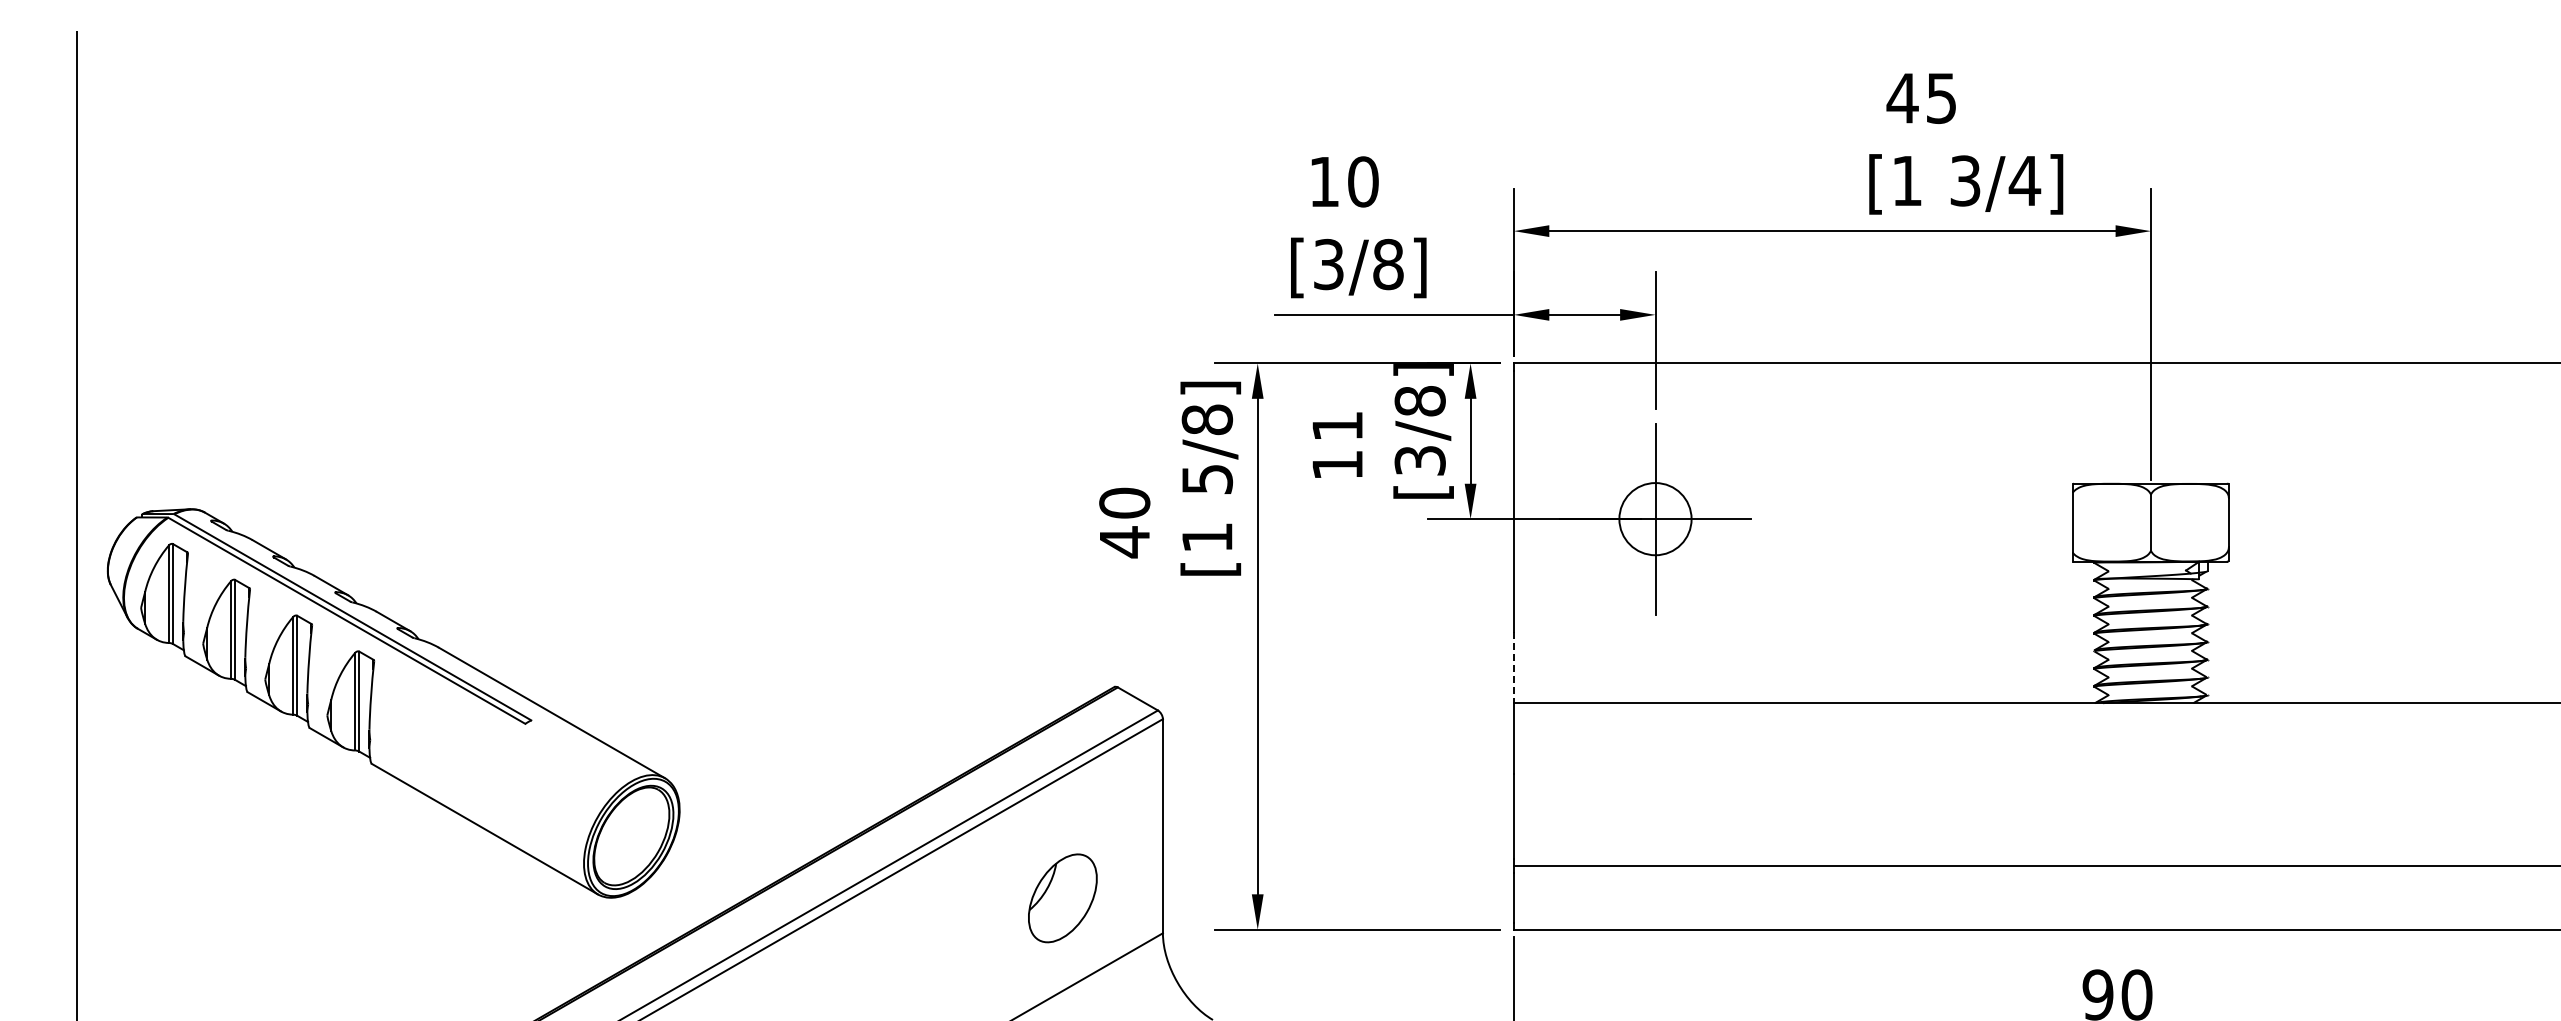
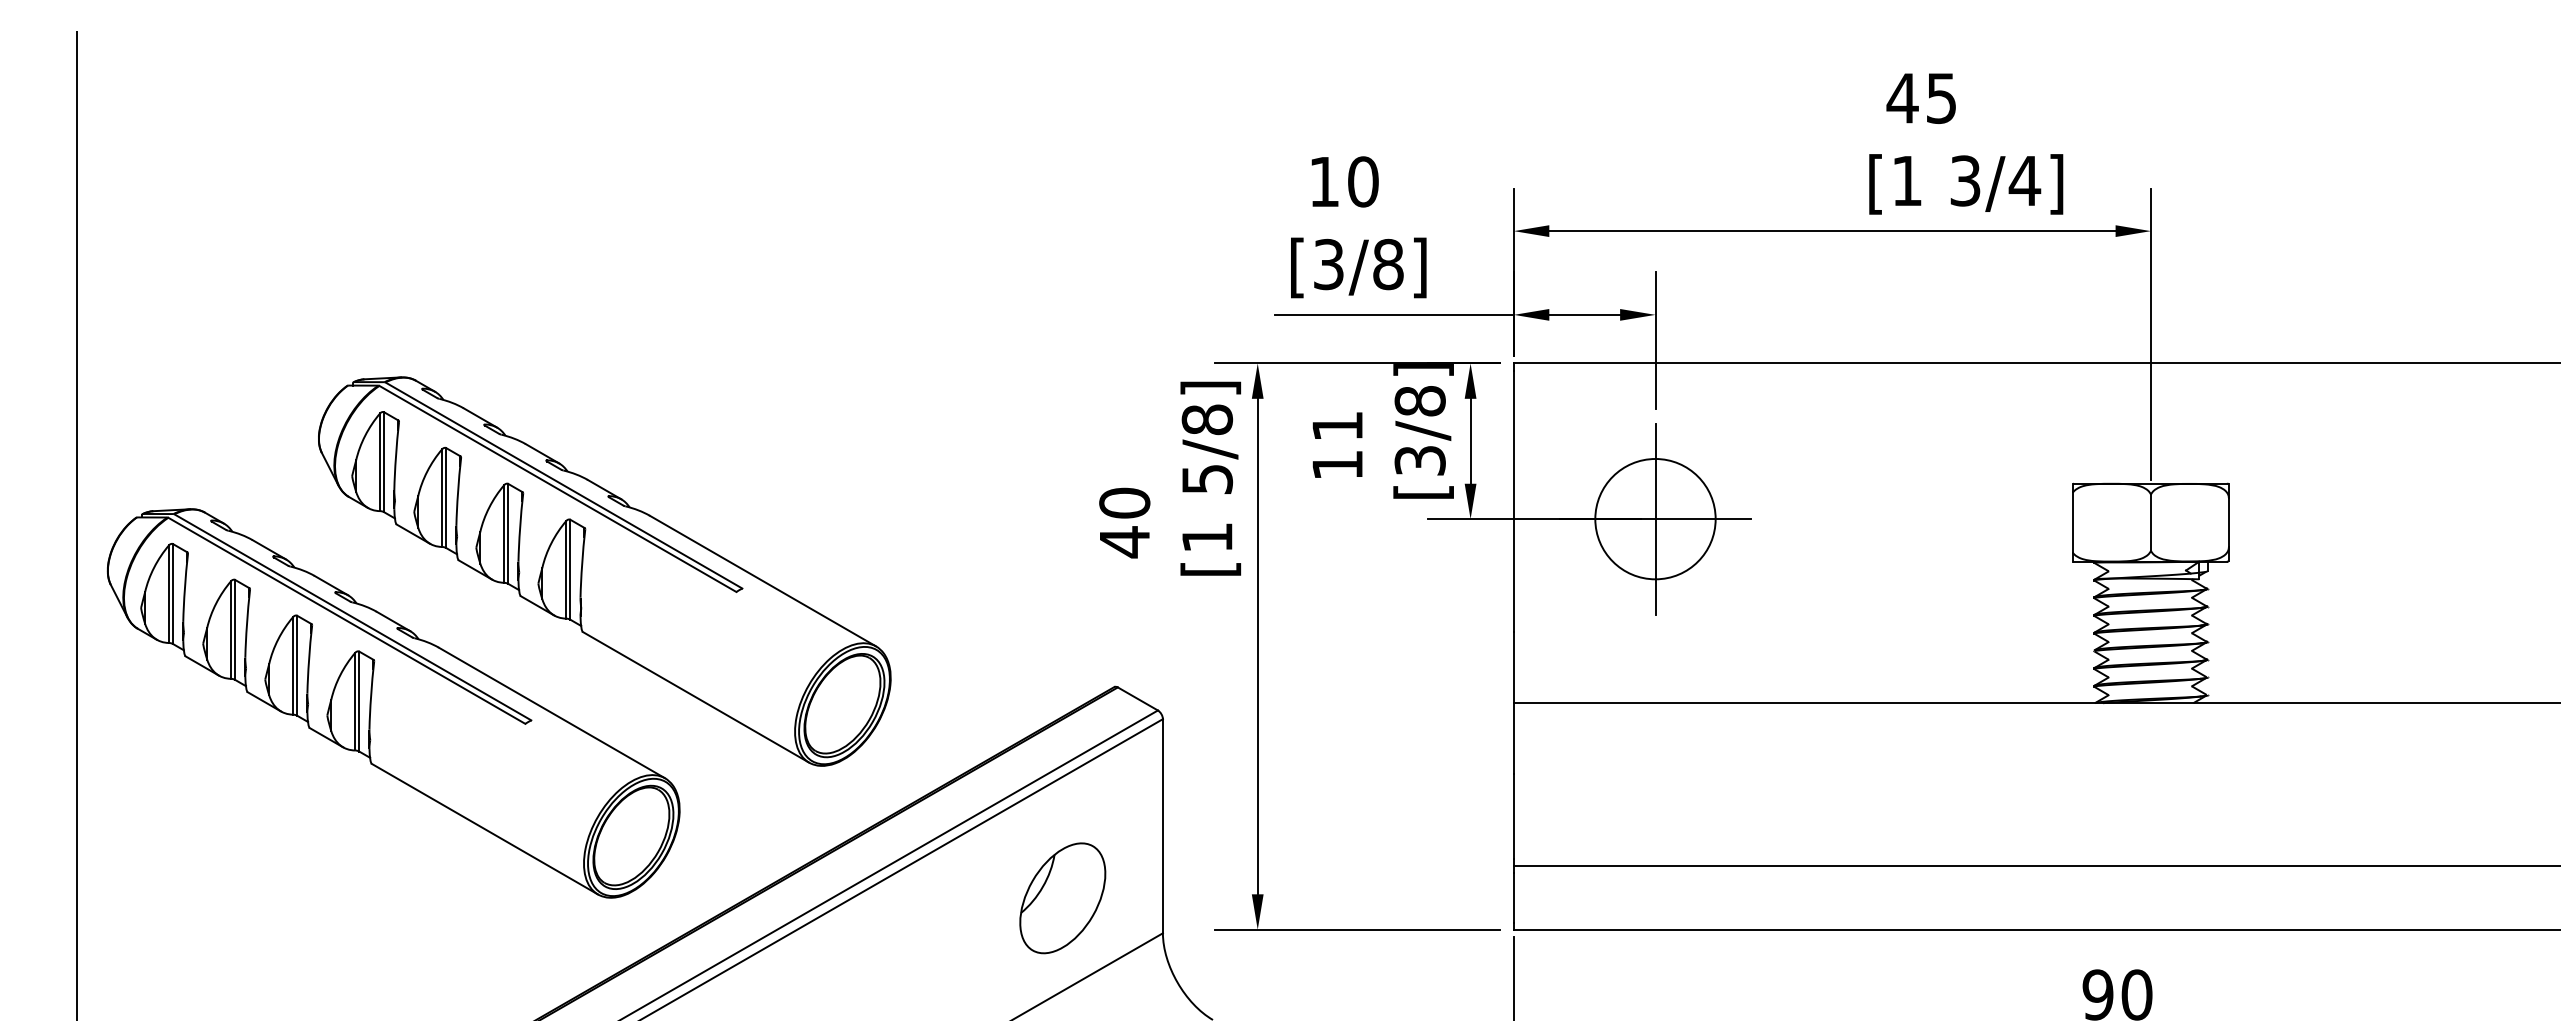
circle at (1655, 519) diameter: 72 px -> 120 px
part at (604, 571): none -> present
line at (1513, 668): dashed -> solid
part at (1062, 898) size: 70x91 px -> 88x113 px
